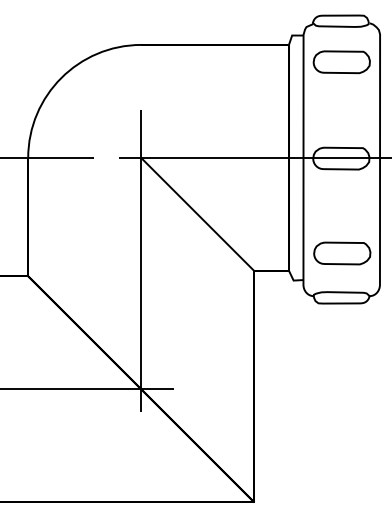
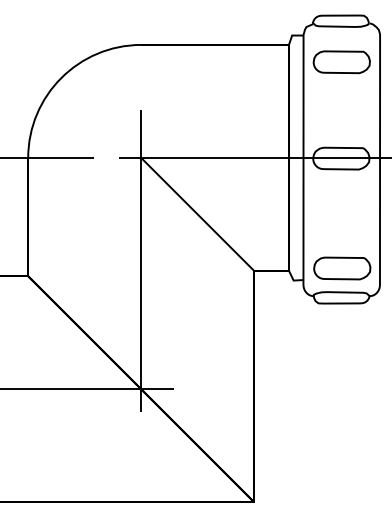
part at (342, 253) position: (342, 253) -> (342, 268)
